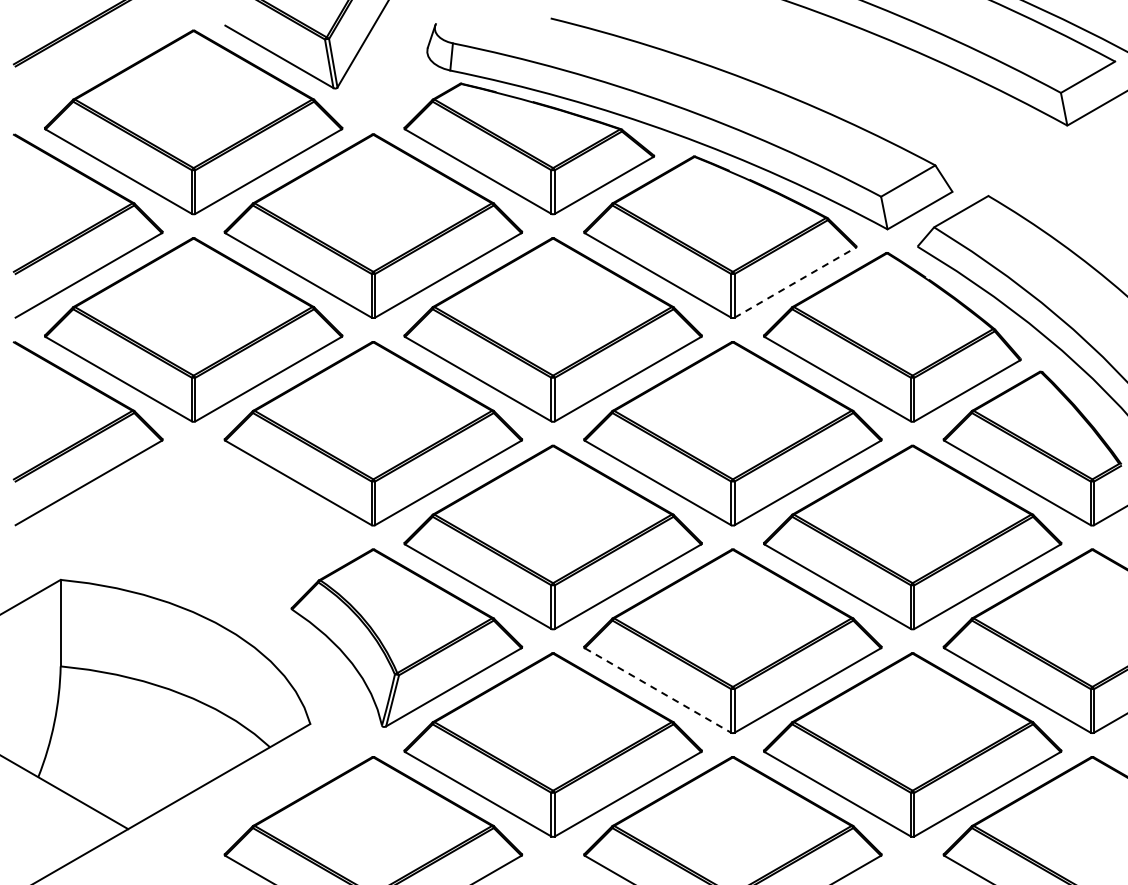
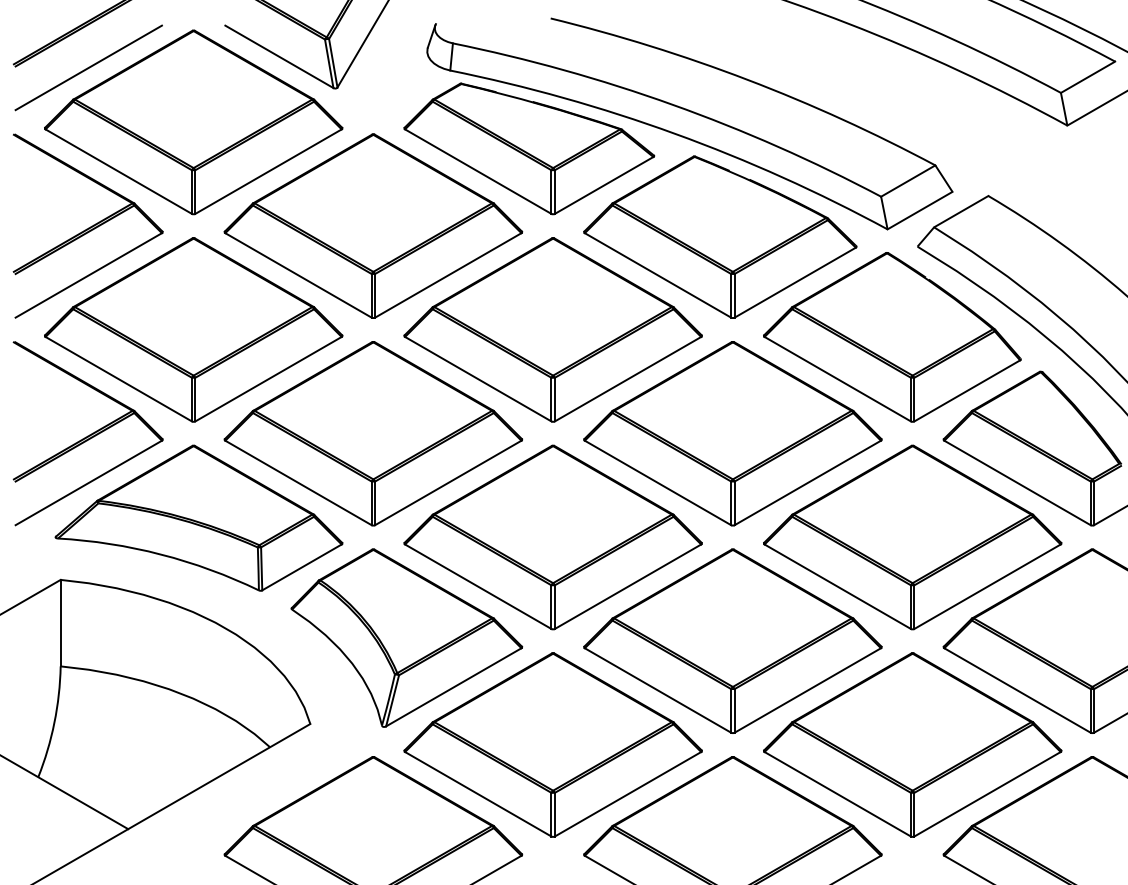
line at (88, 67): none -> present
line at (795, 282): dashed -> solid
part at (198, 517): none -> present
line at (658, 690): dashed -> solid
